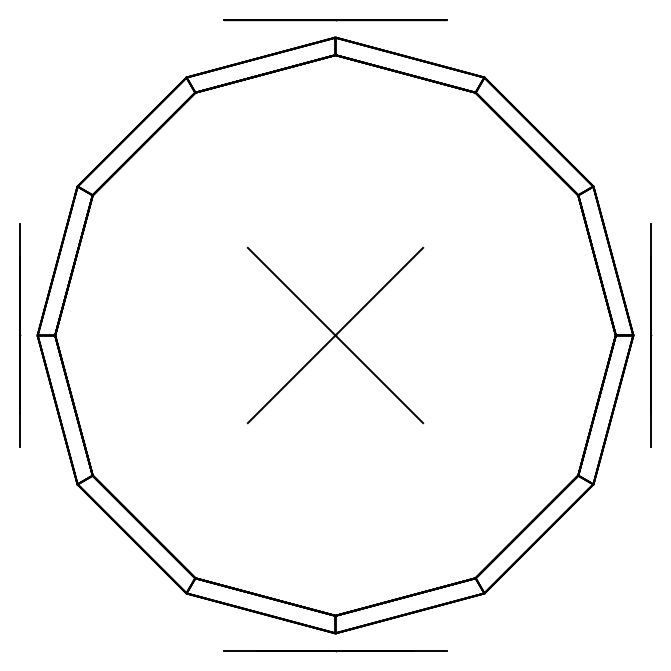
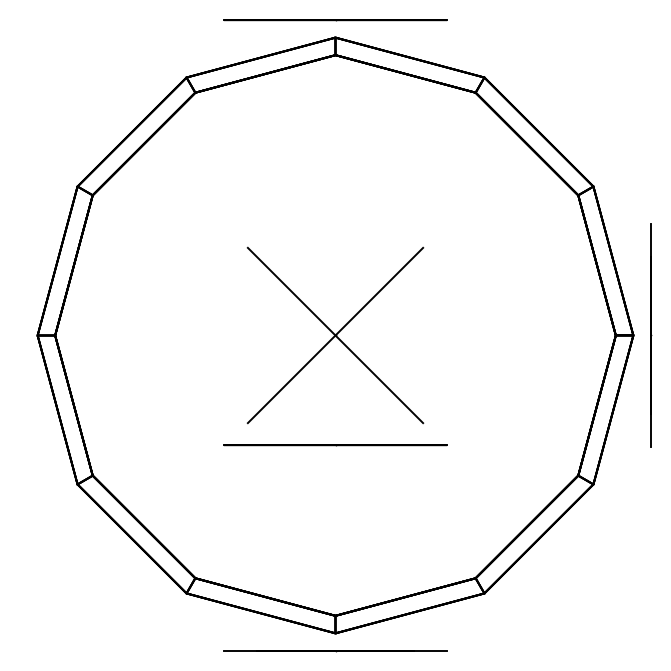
line at (20, 335): present -> none
line at (335, 445): none -> present
